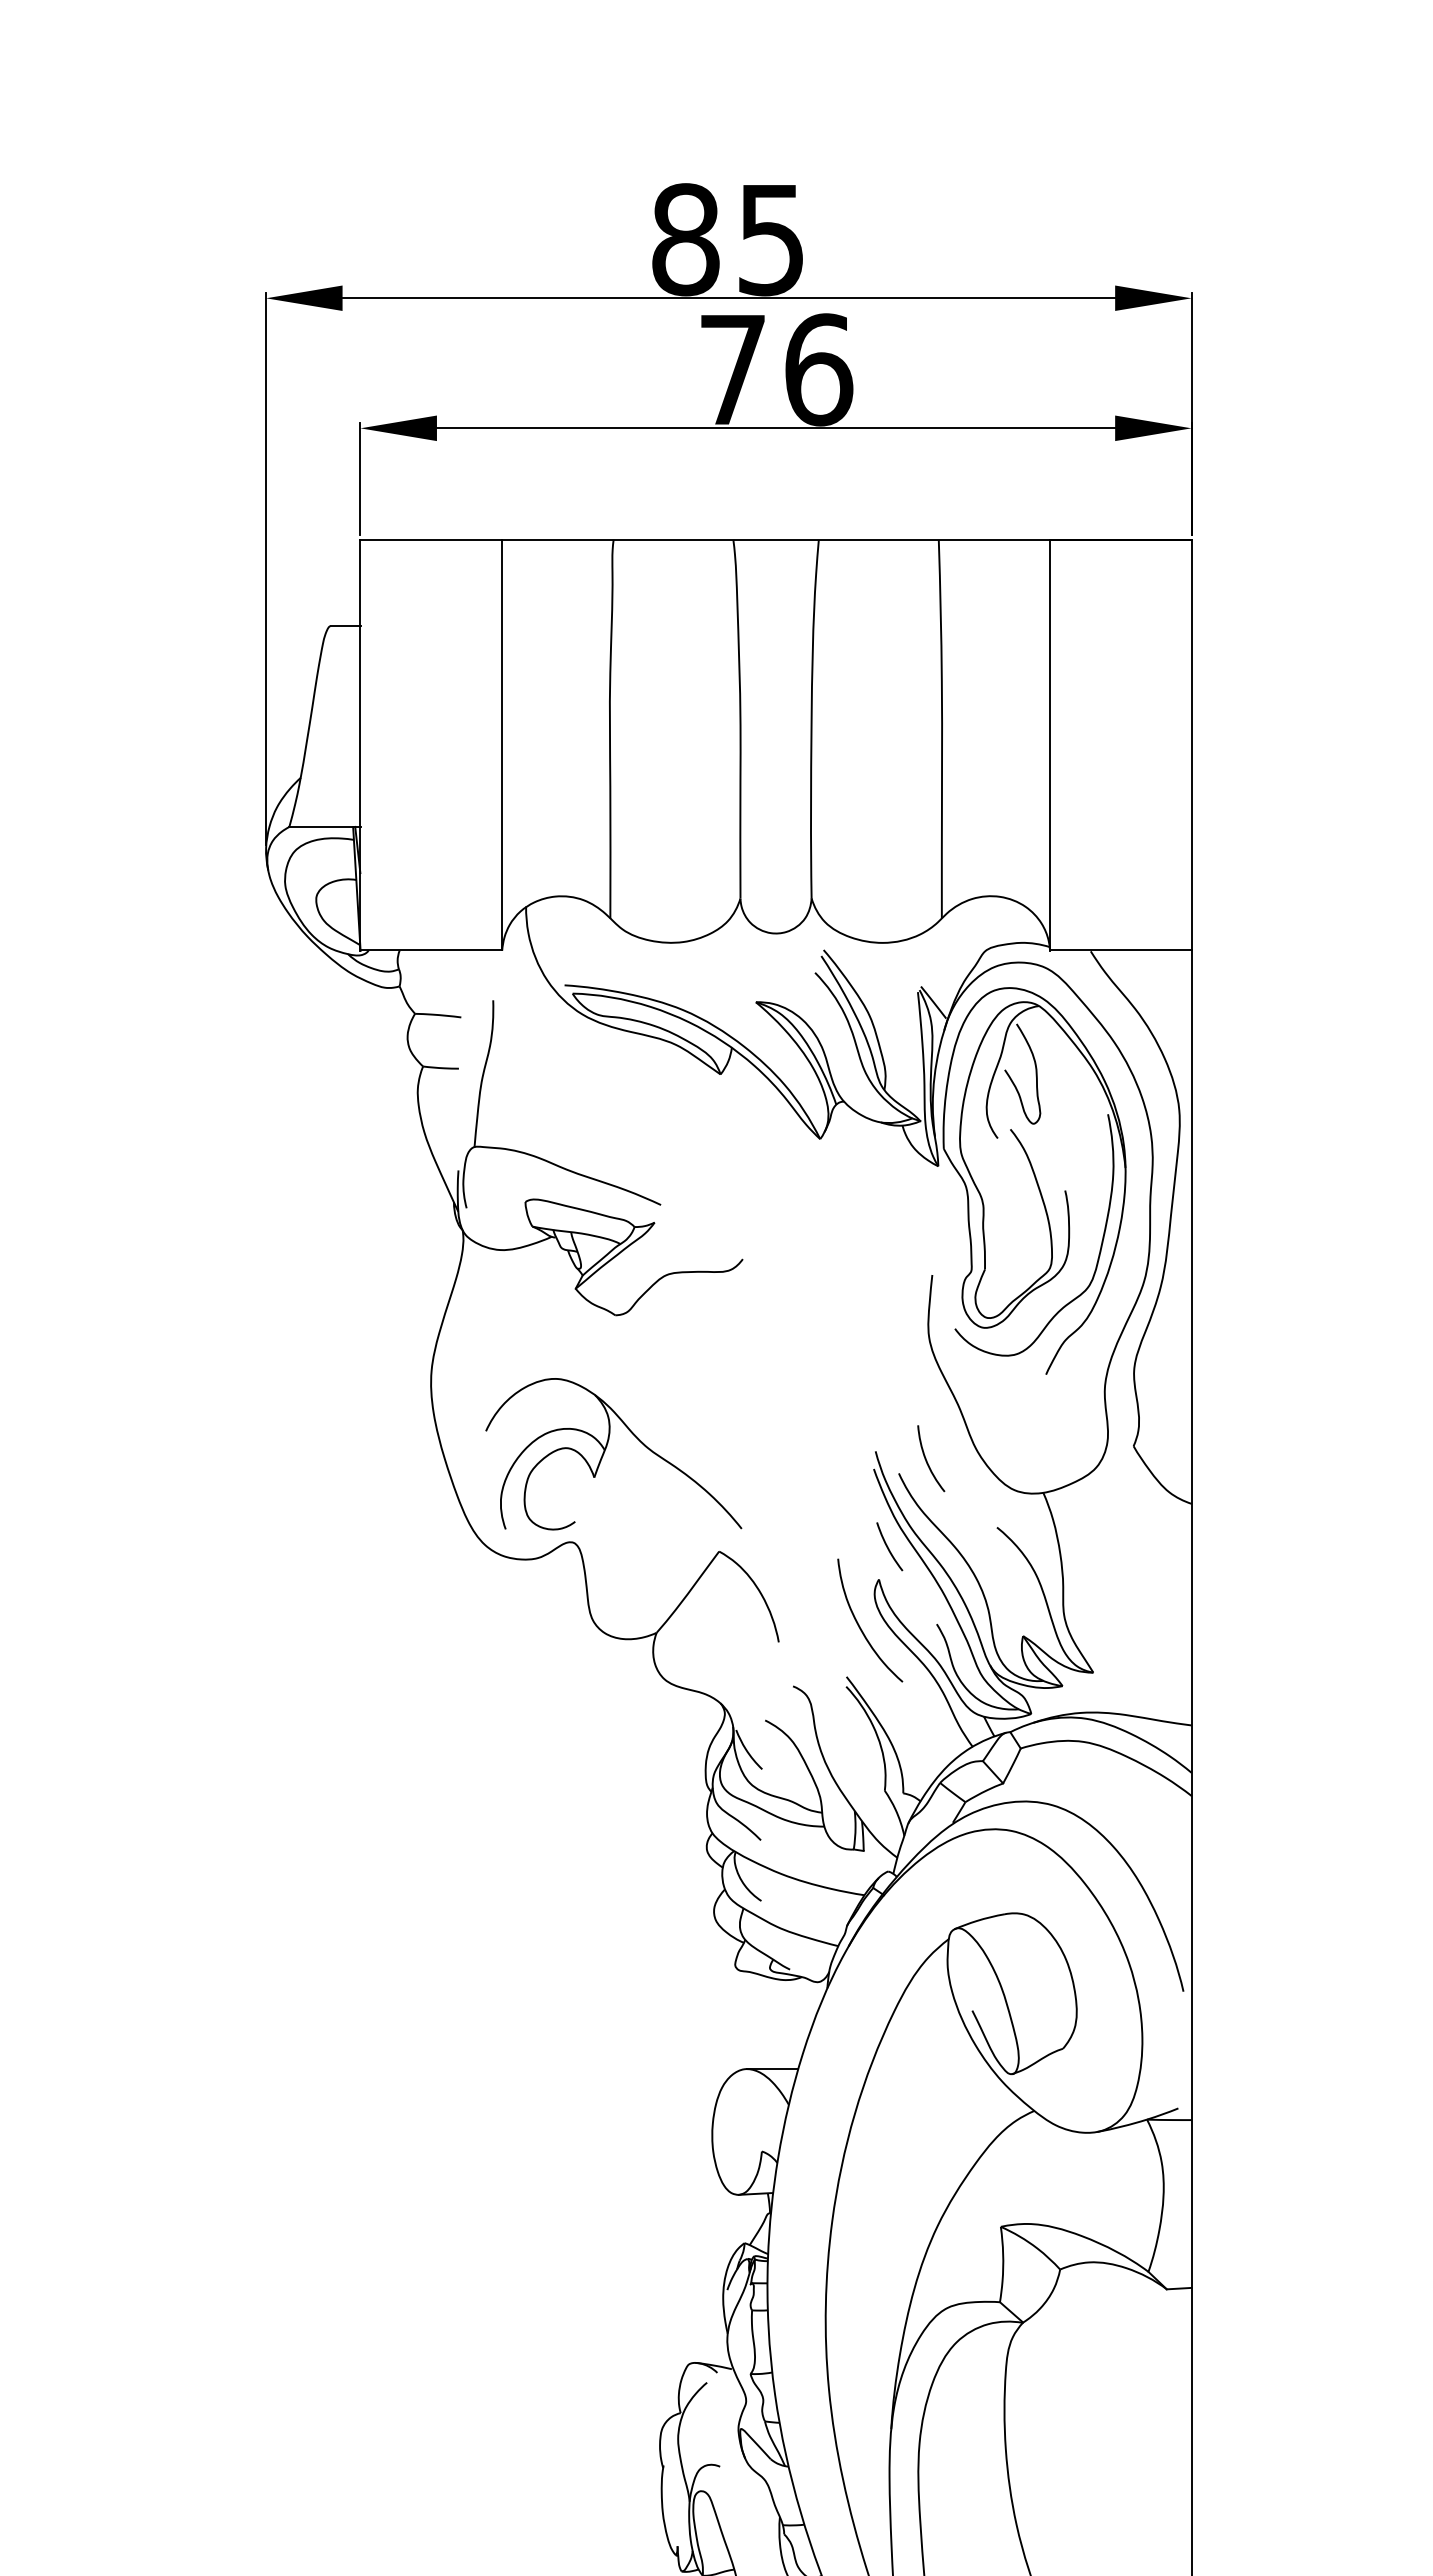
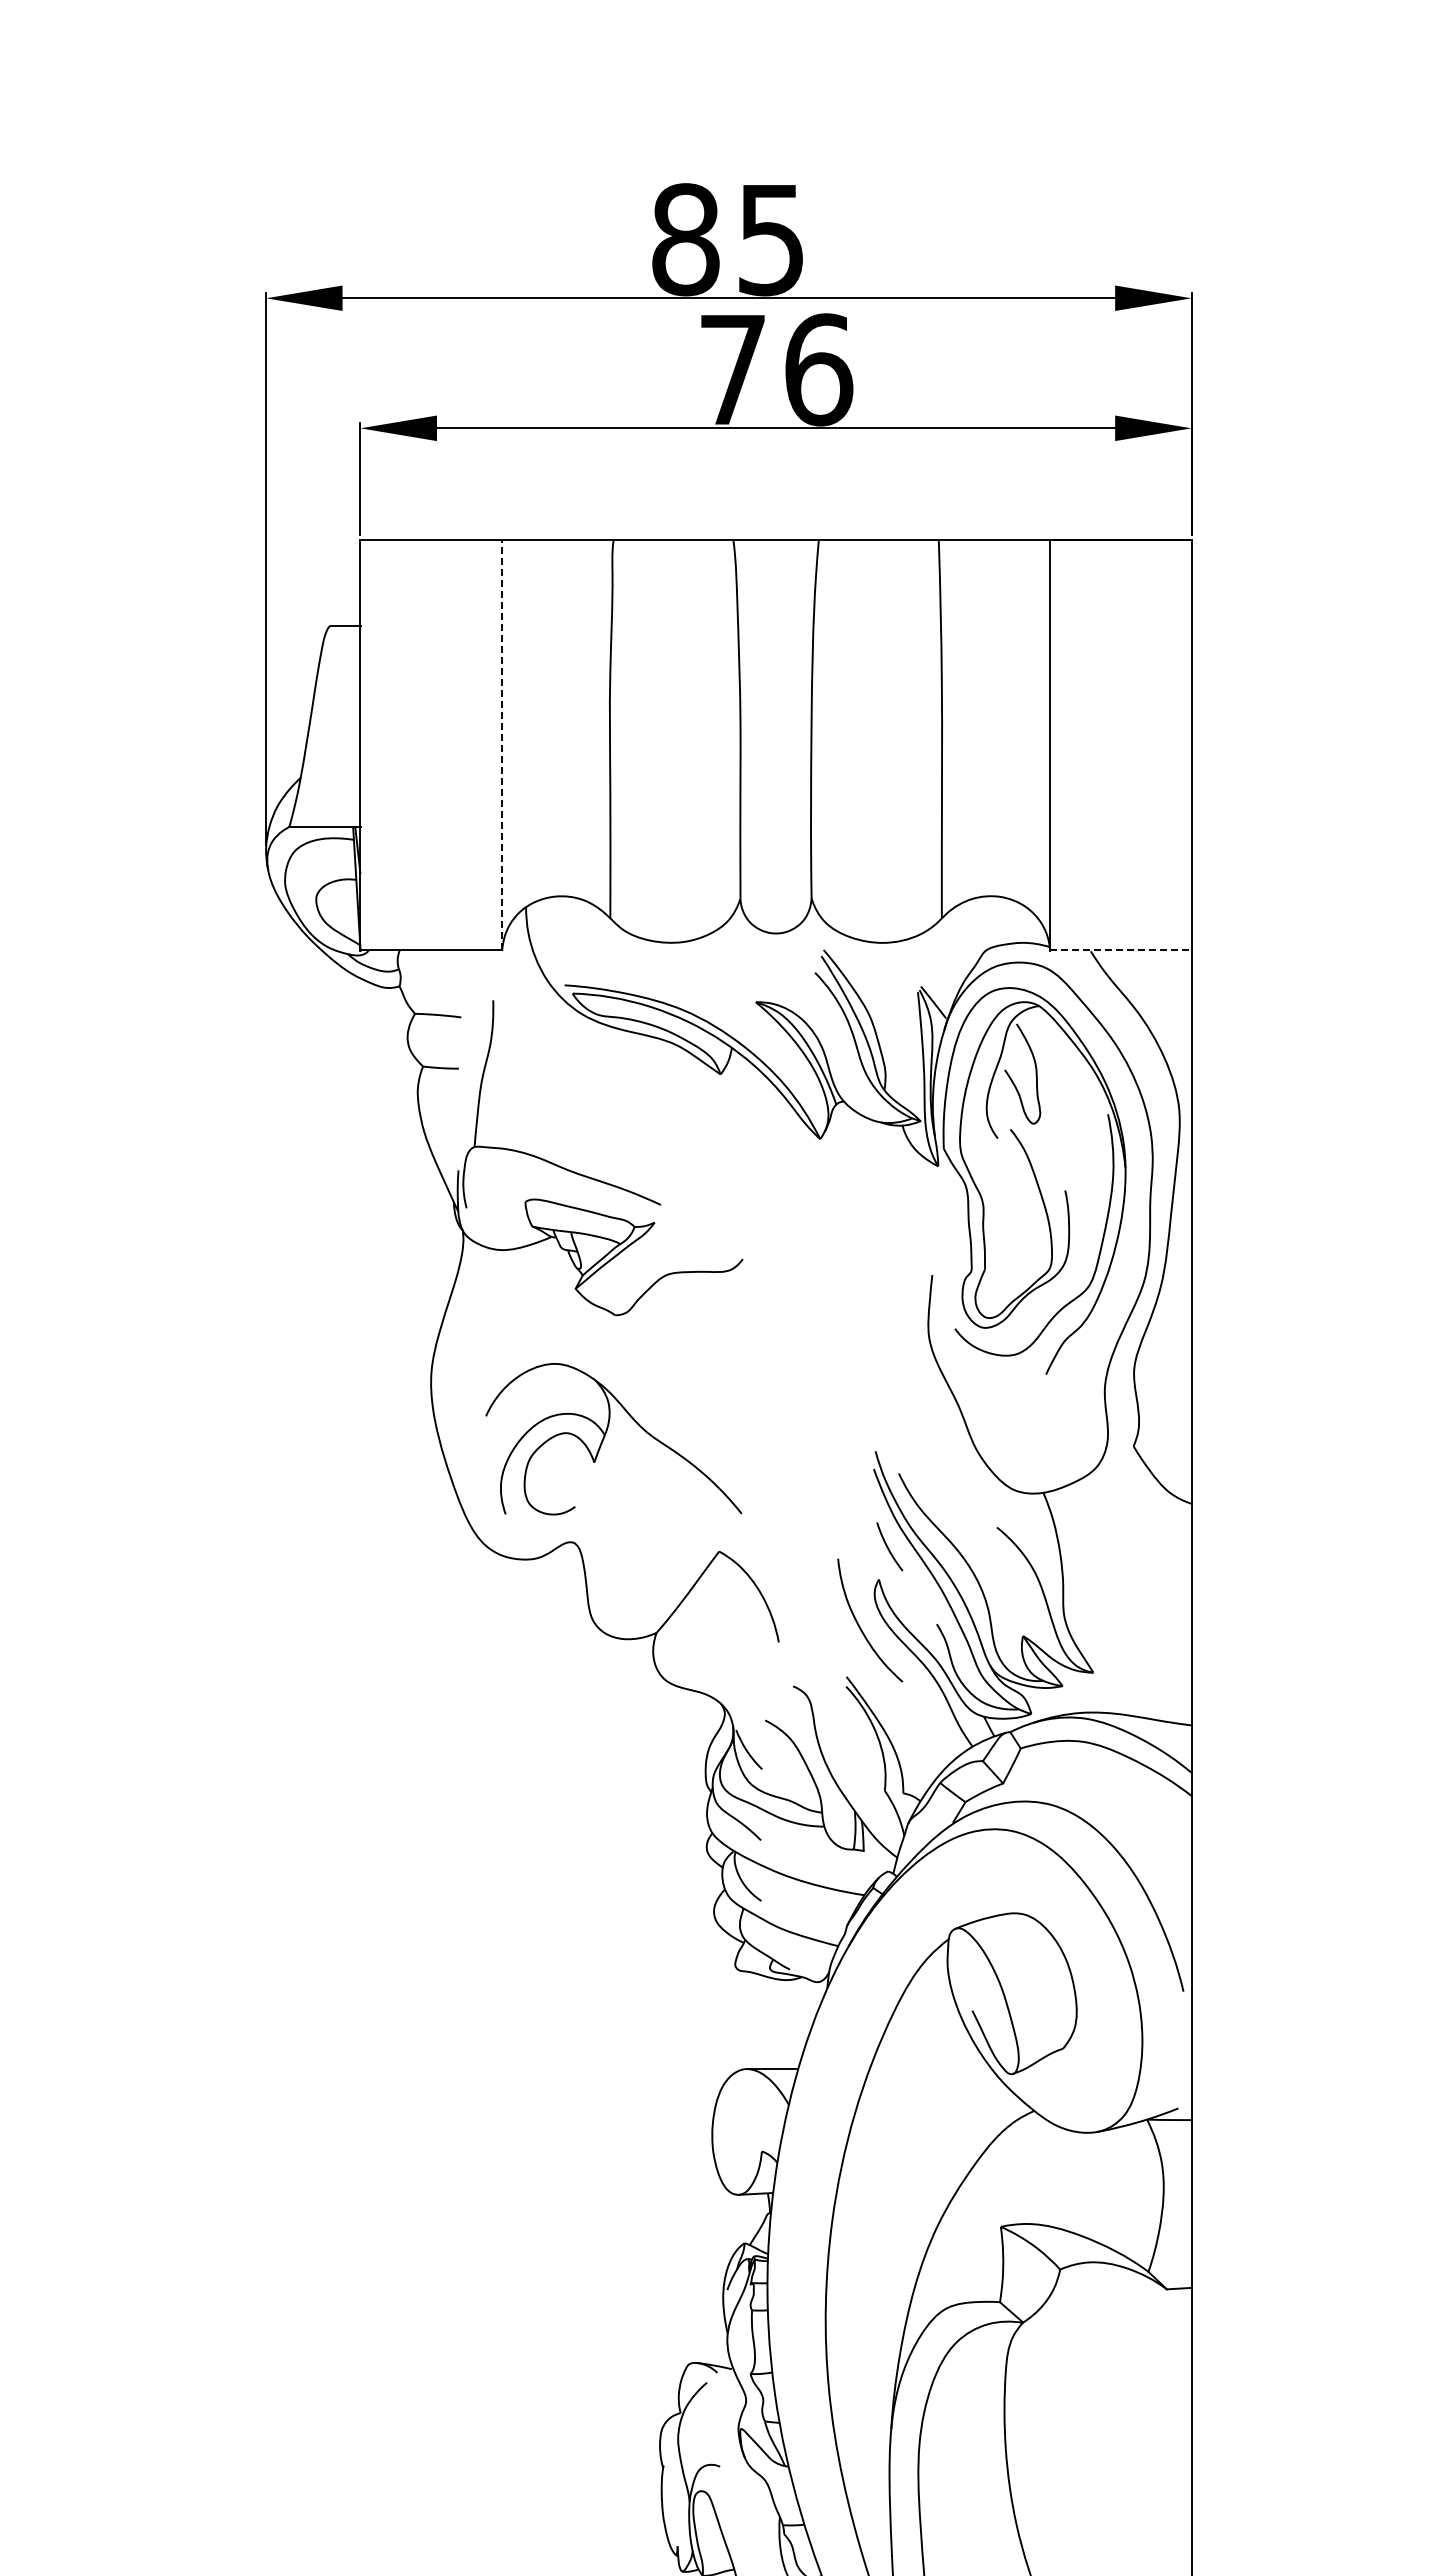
line at (502, 744): solid -> dashed
line at (1120, 950): solid -> dashed
part at (605, 1451) position: (605, 1451) -> (605, 1436)
curve at (927, 1460): present -> none
